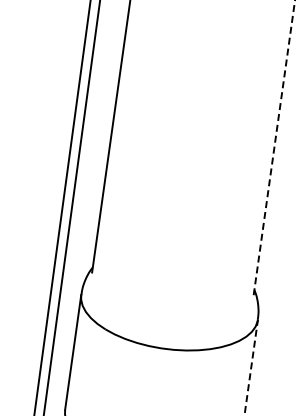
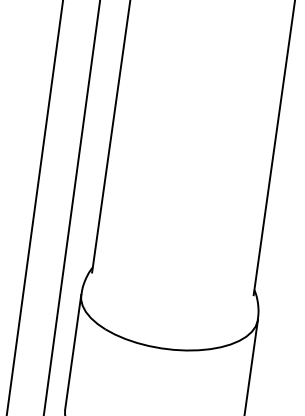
line at (274, 147): dashed -> solid
line at (62, 207) position: (62, 207) -> (34, 207)
line at (251, 366): dashed -> solid
